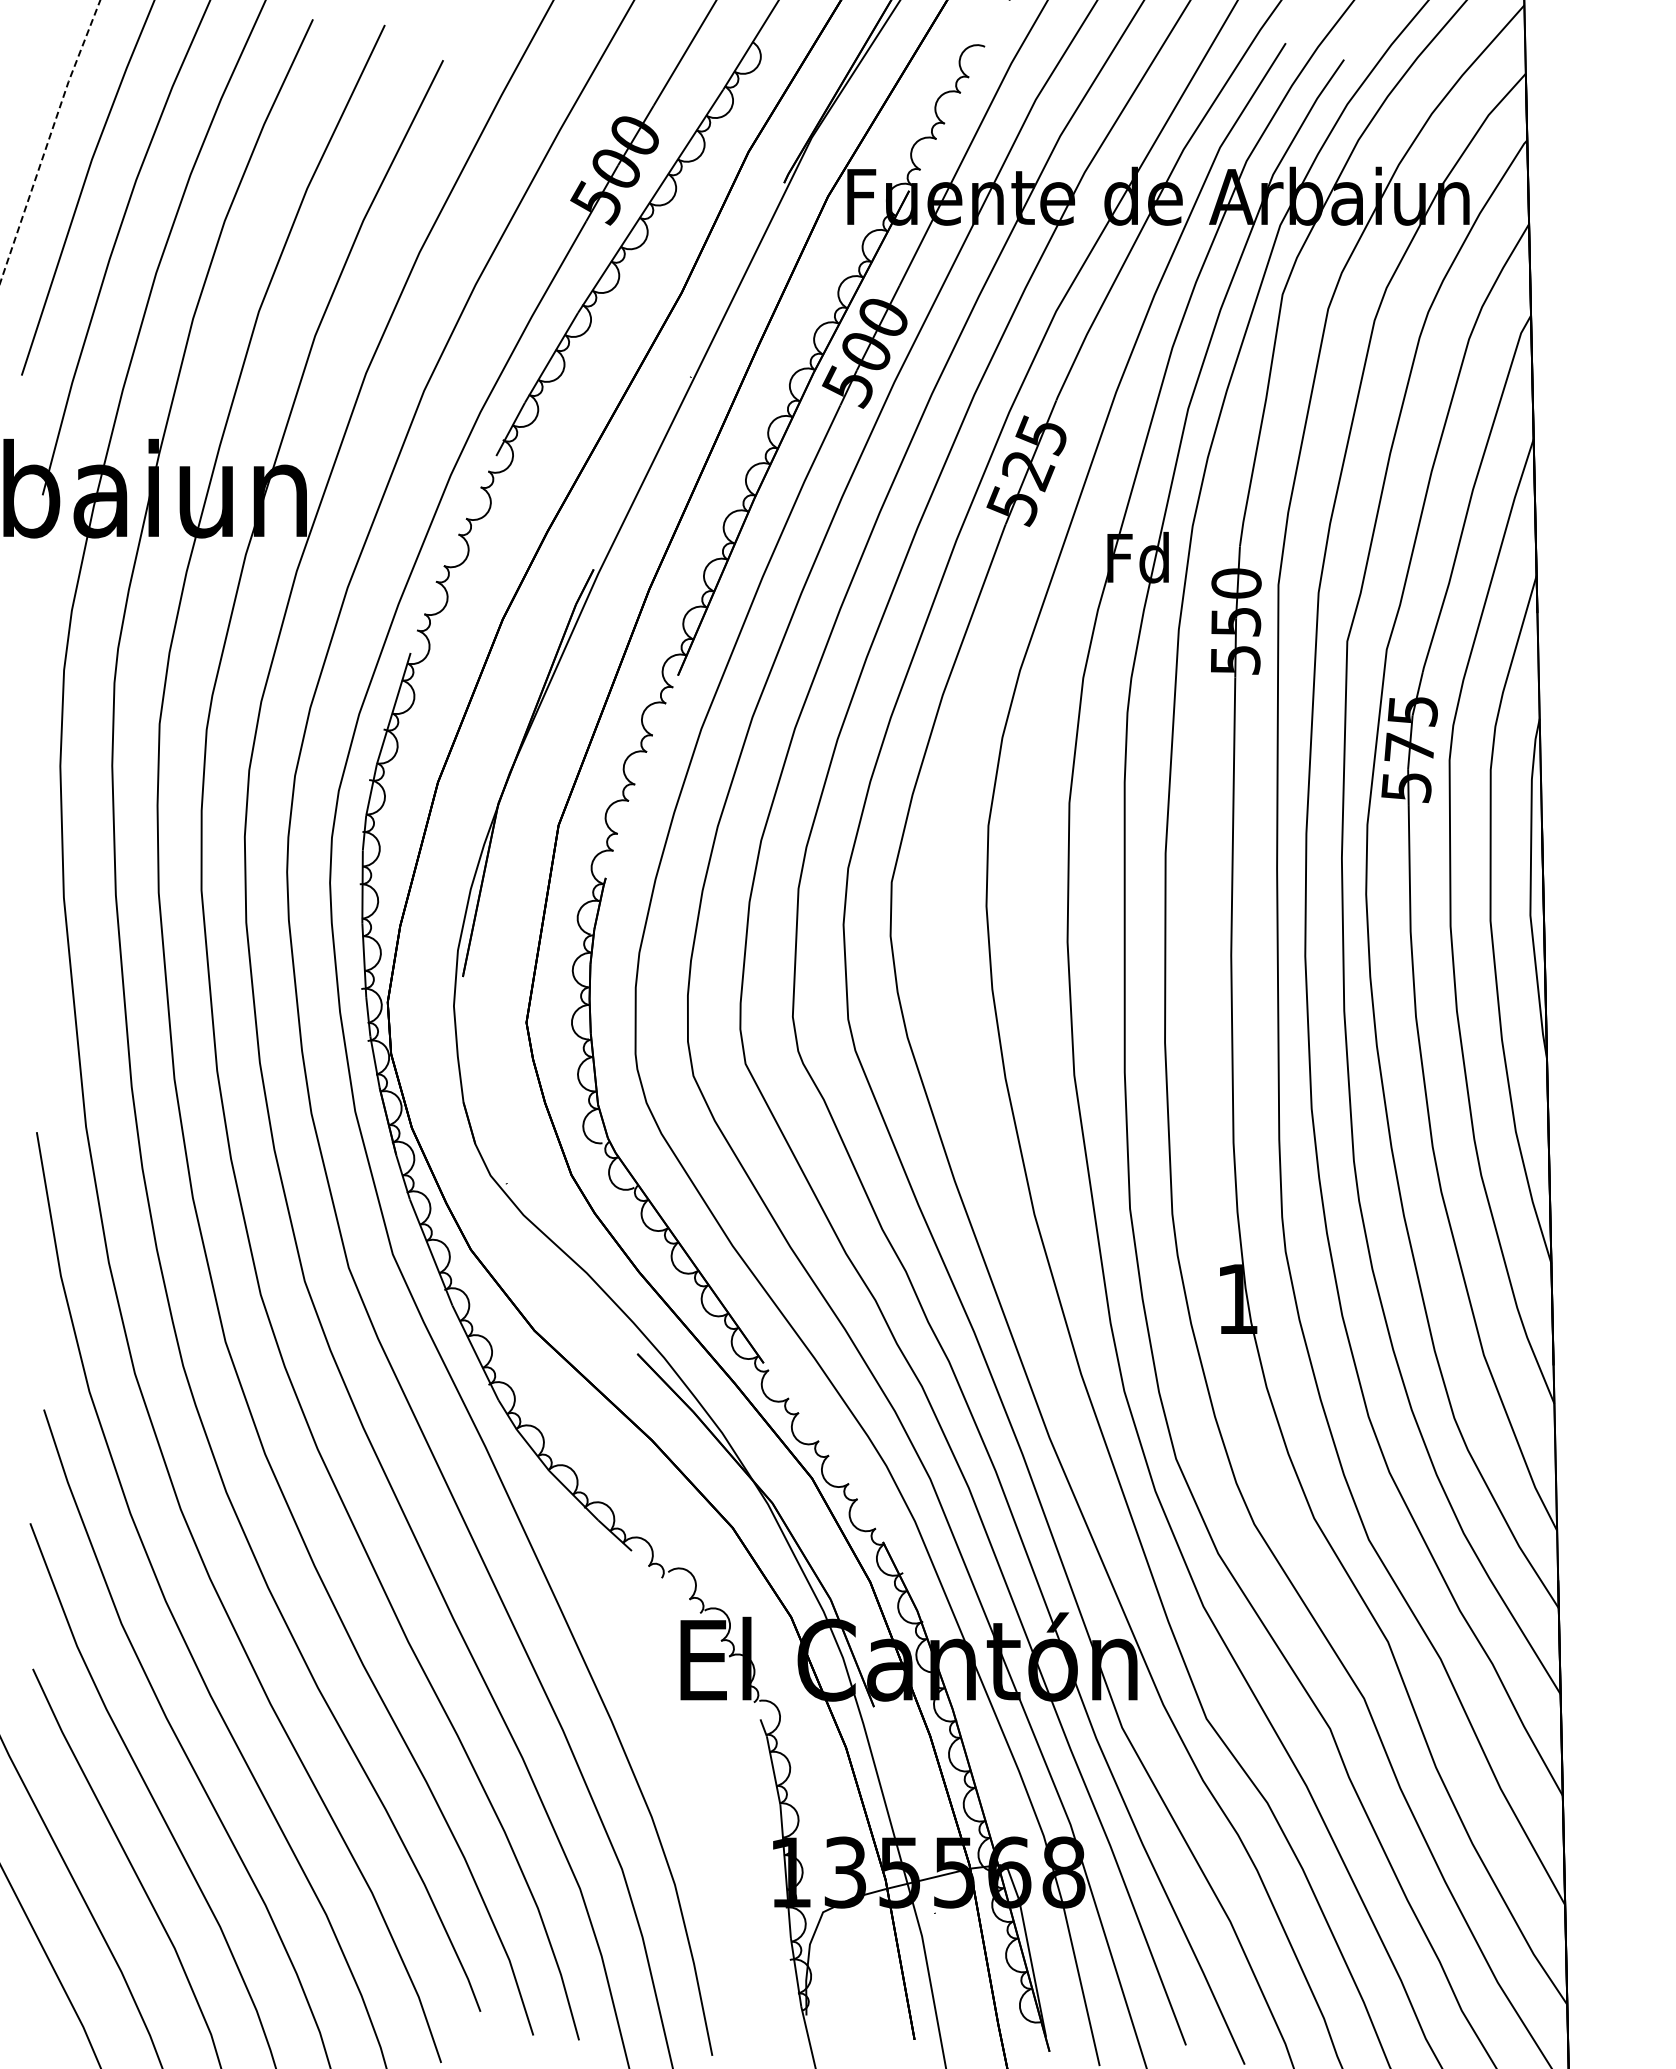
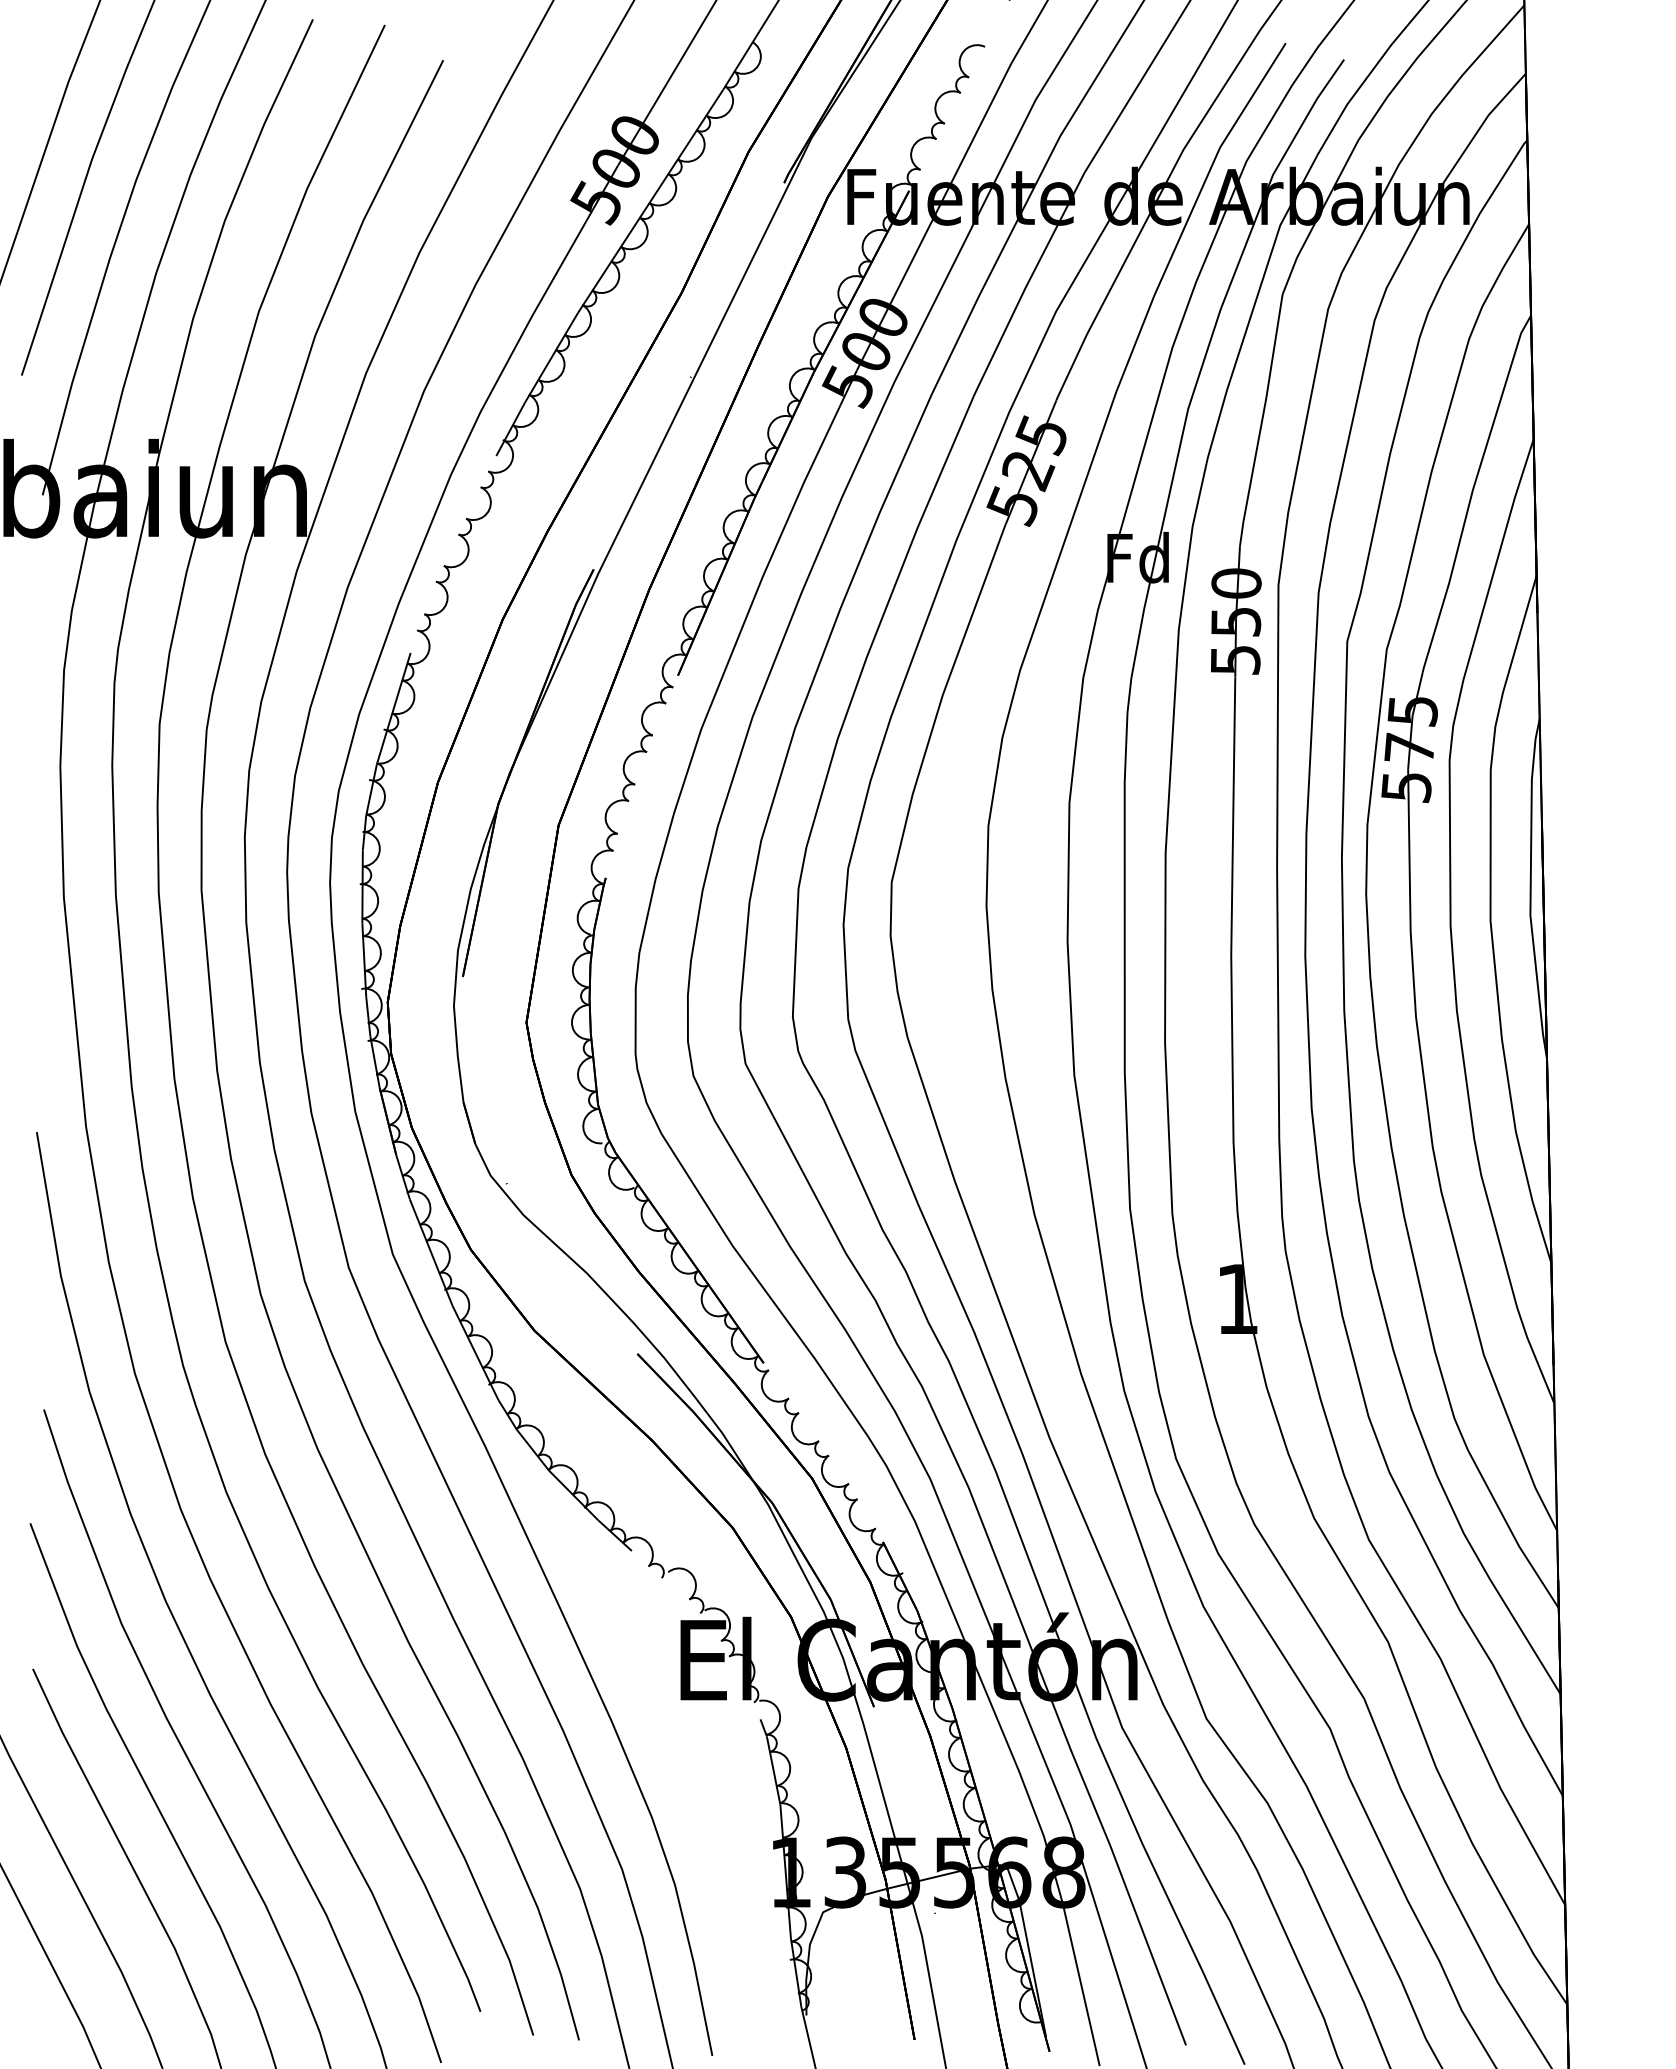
line at (48, 140): dashed -> solid
